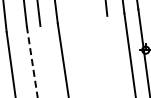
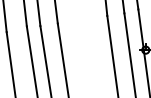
line at (112, 54): none -> present
line at (45, 60): none -> present
line at (32, 61): dashed -> solid
